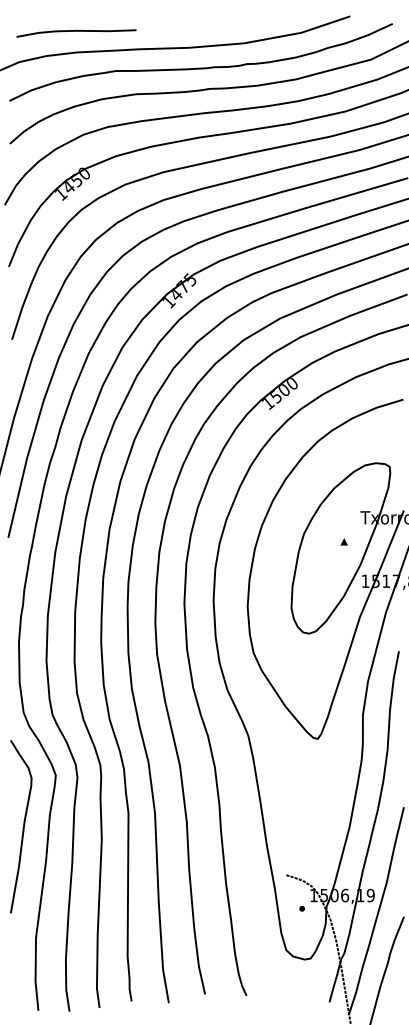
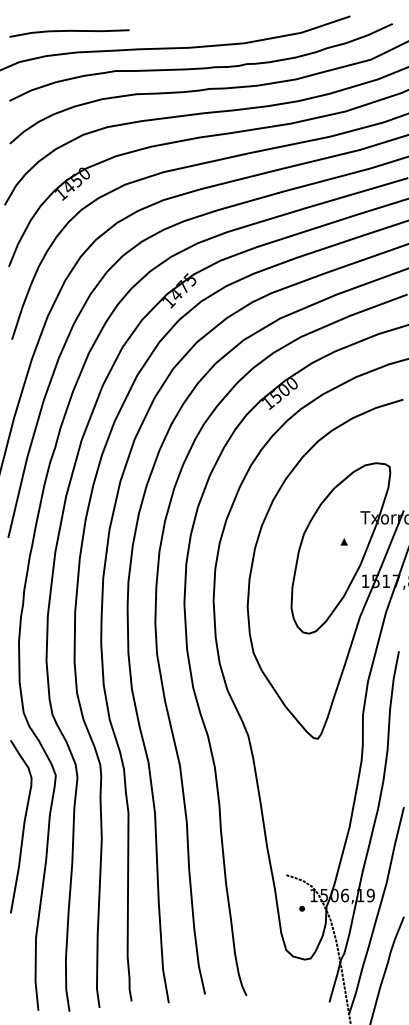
curve at (76, 31) position: (76, 31) -> (69, 31)
